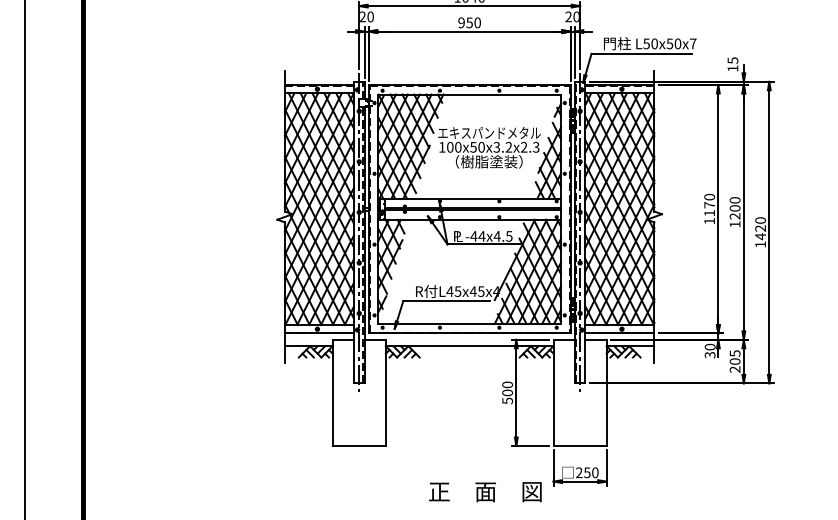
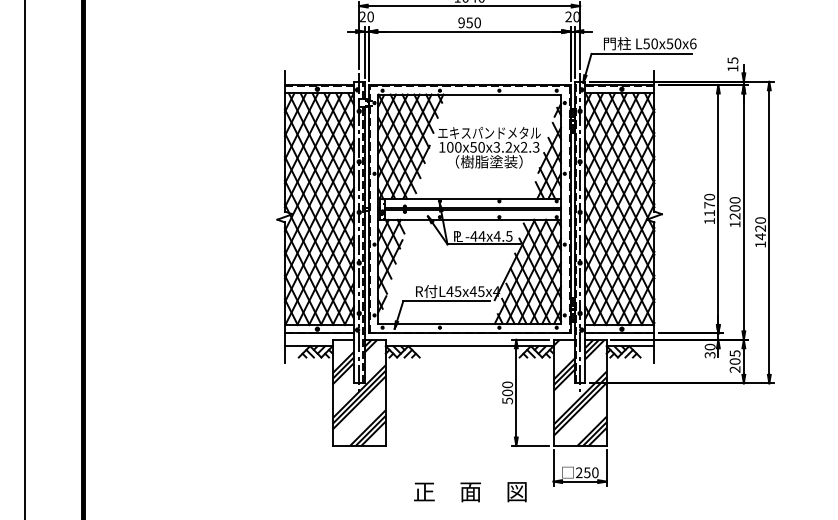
text at (693, 43): L50x50x7 -> L50x50x6
hatch at (358, 392): none -> present
hatch at (579, 392): none -> present
text at (485, 492) position: (485, 492) -> (470, 492)
